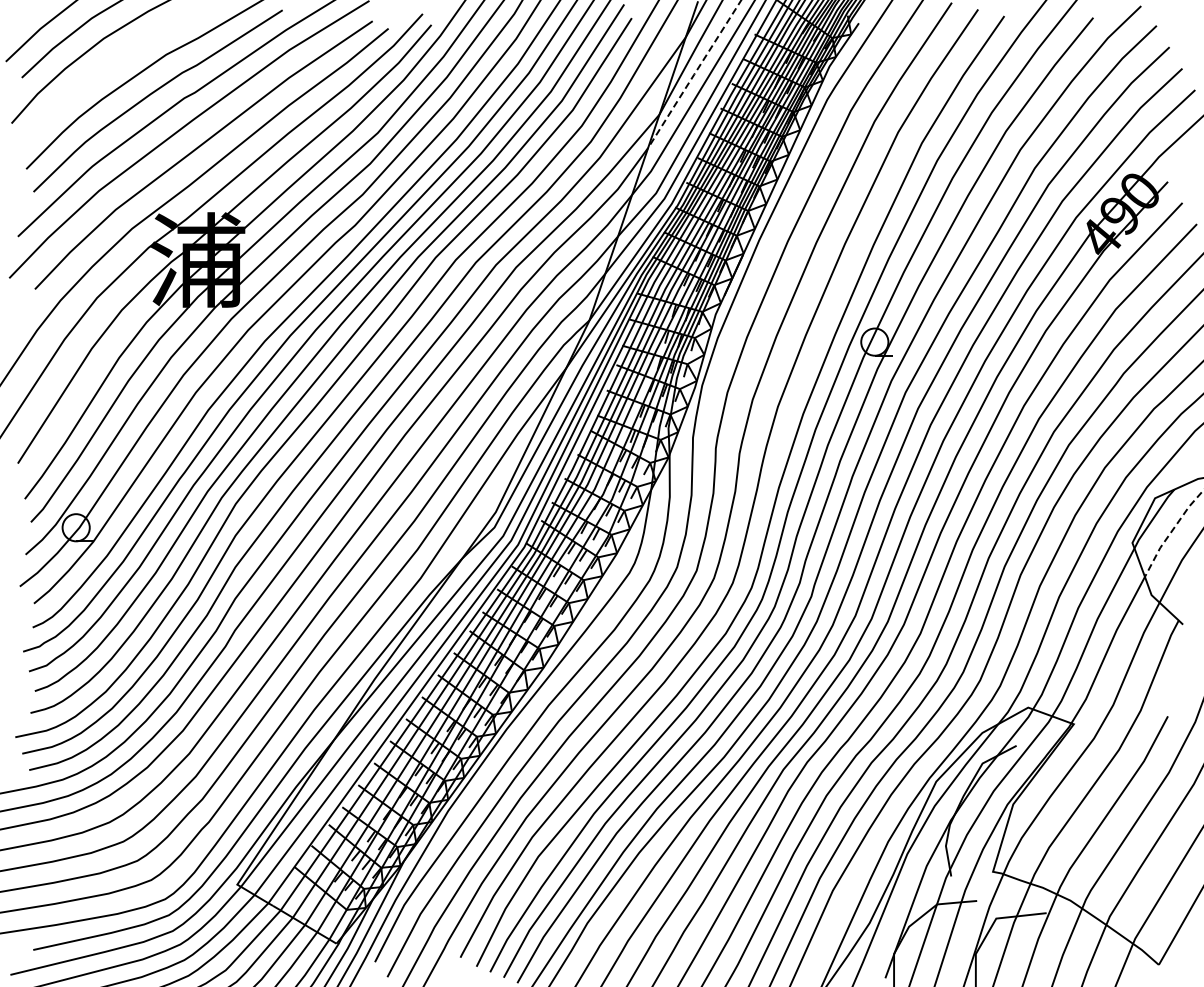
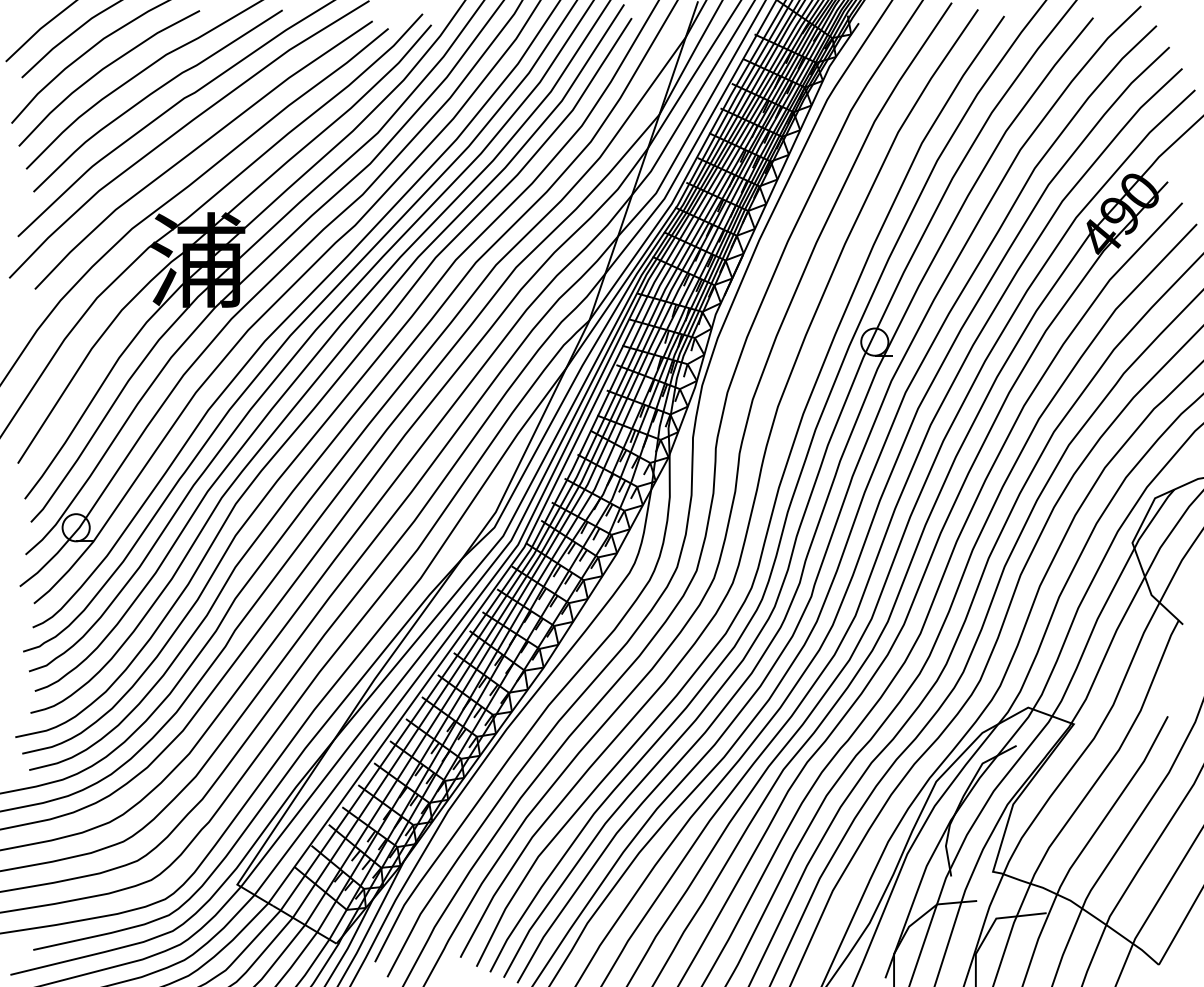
curve at (104, 69): none -> present
line at (694, 74): dashed -> solid
line at (1171, 531): dashed -> solid
